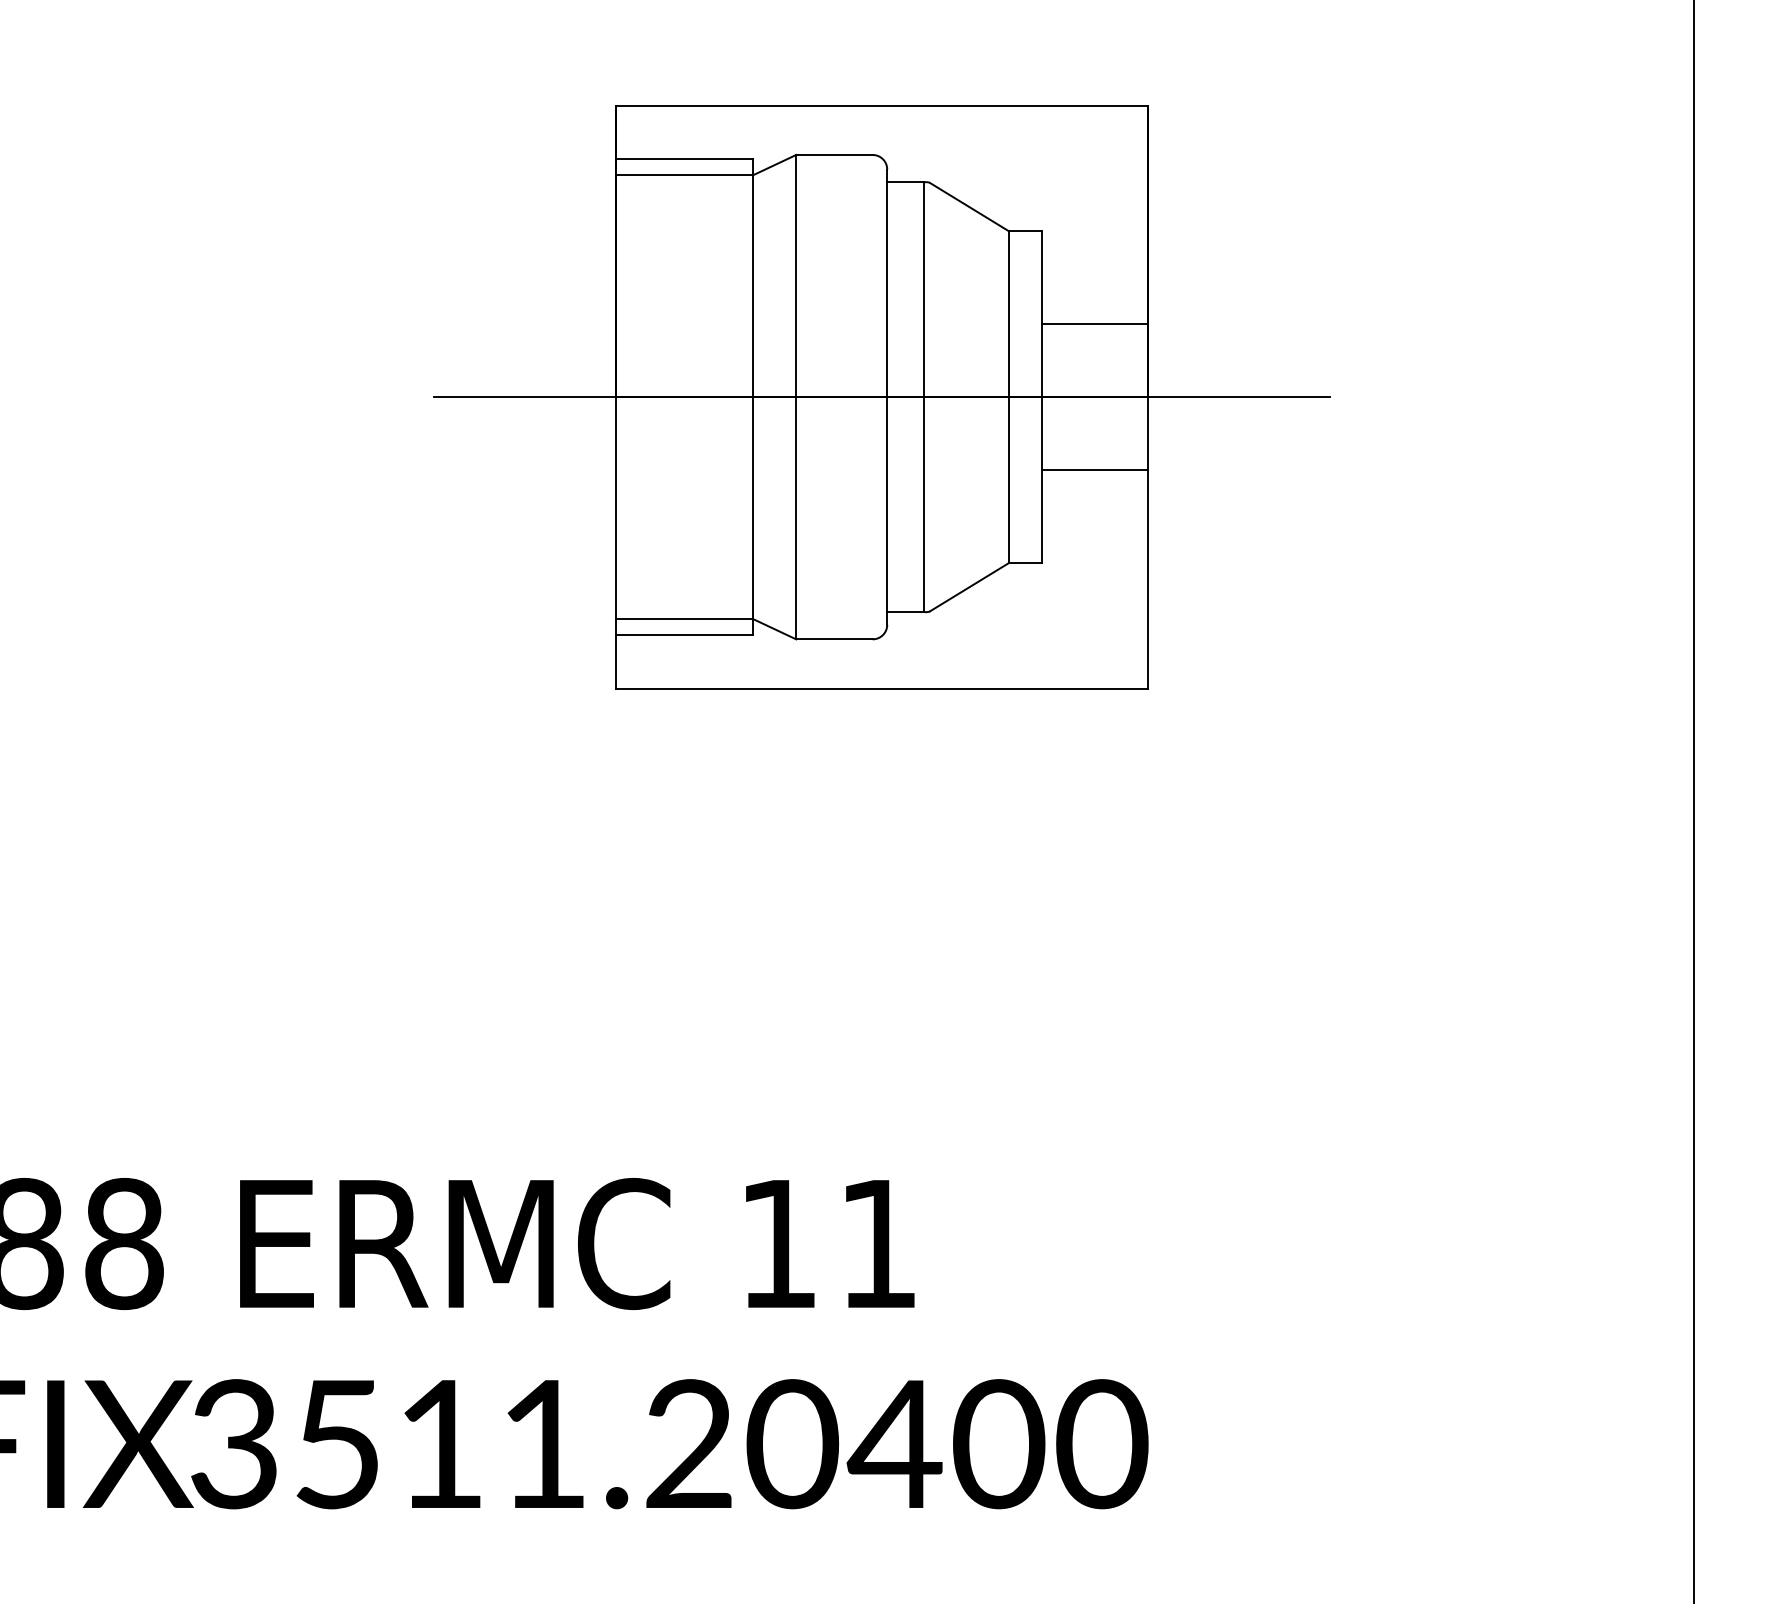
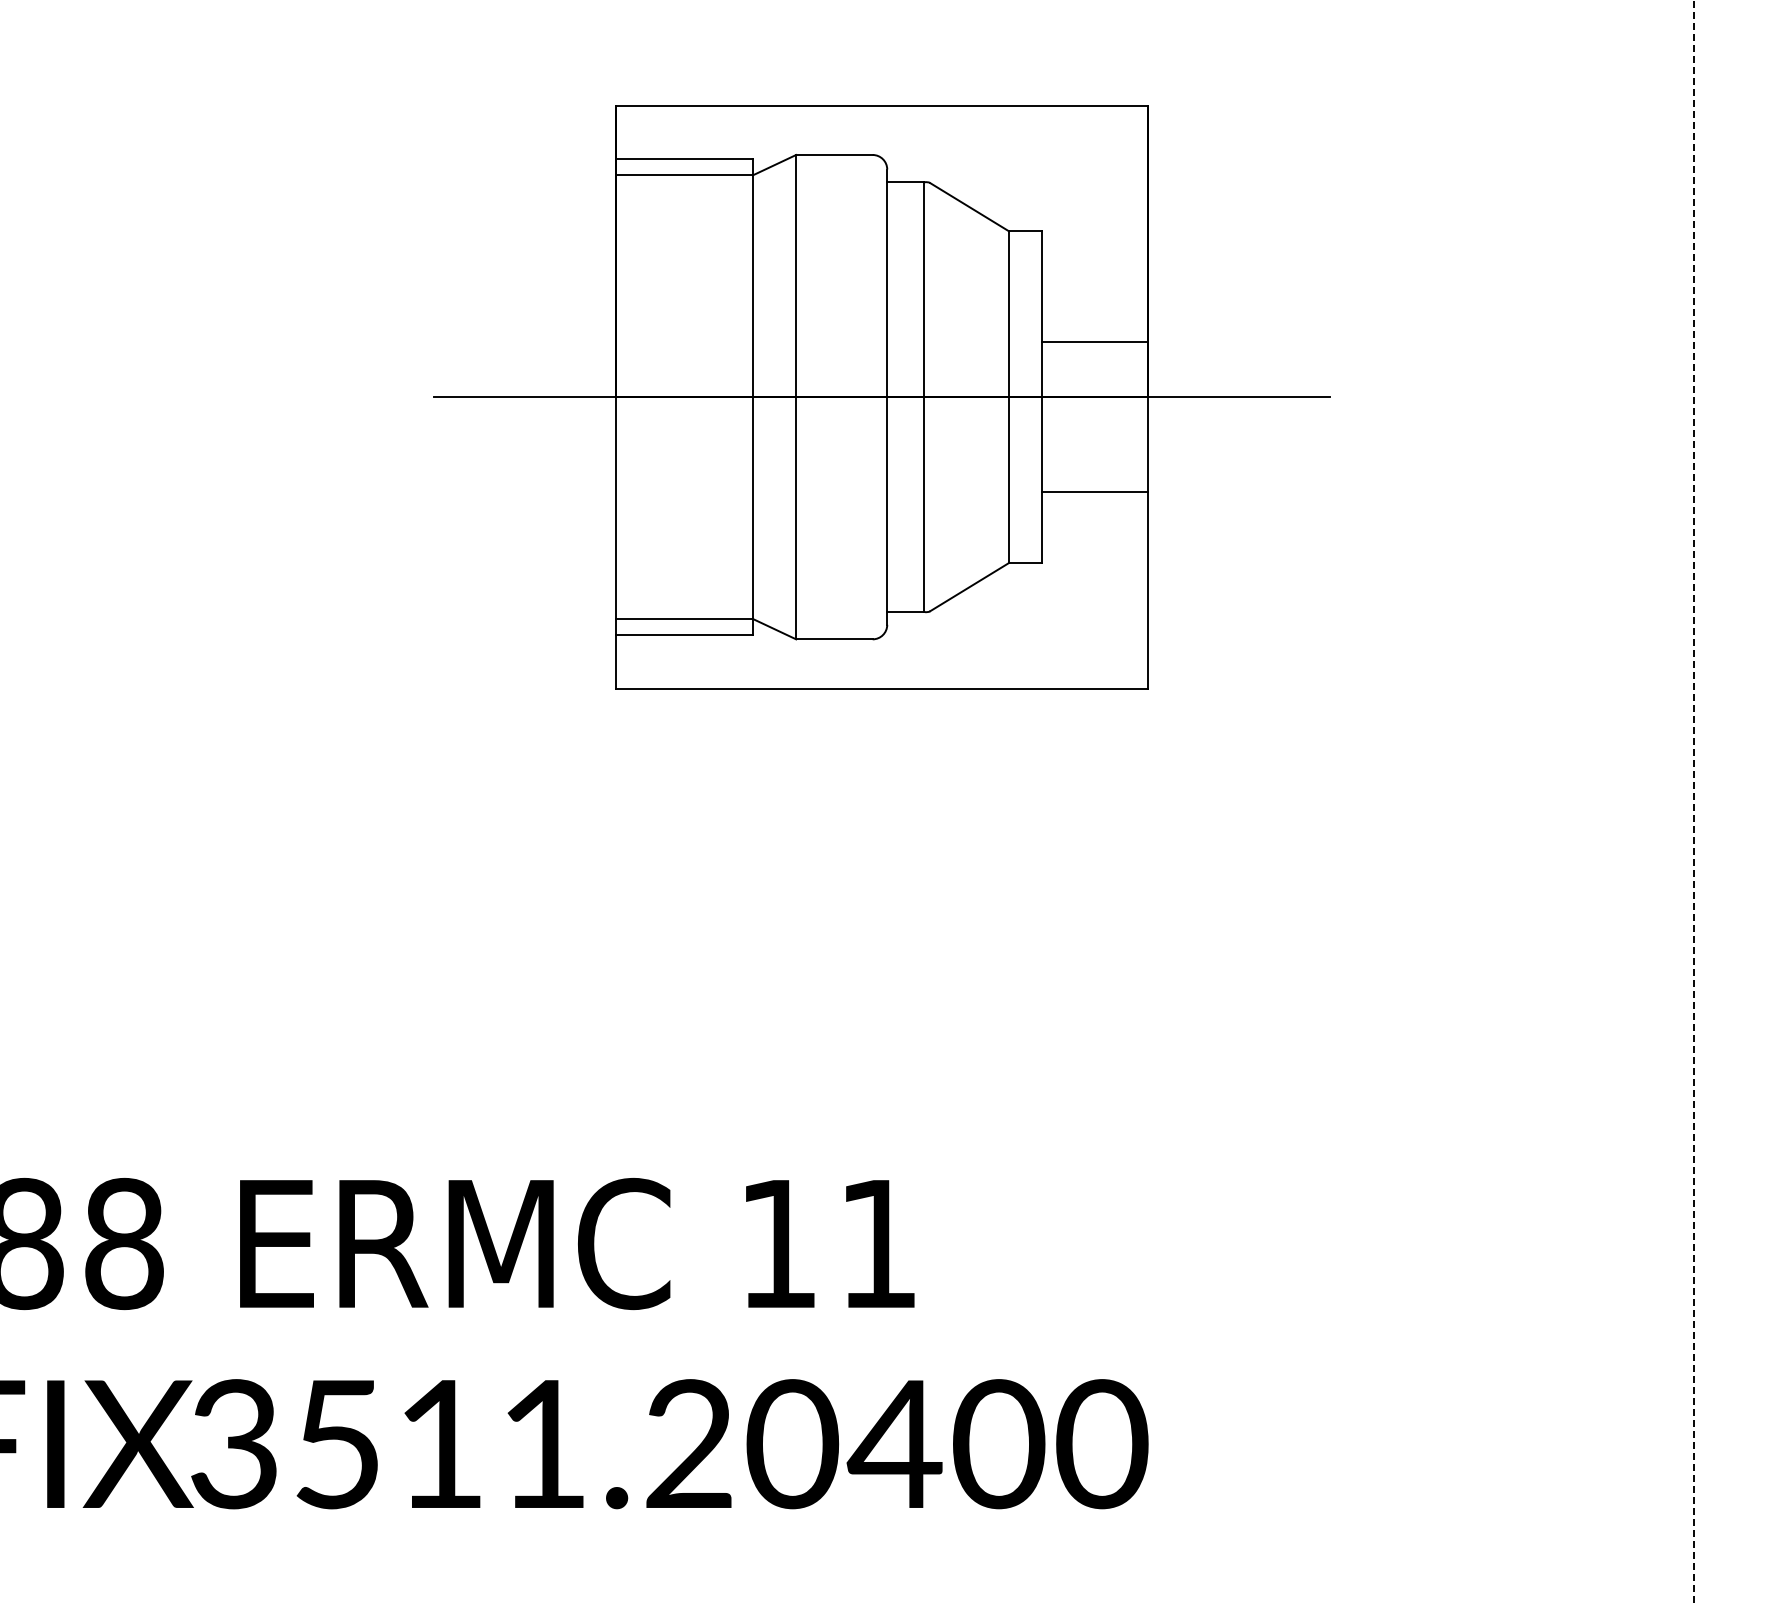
line at (1094, 324) position: (1094, 324) -> (1094, 342)
line at (1094, 470) position: (1094, 470) -> (1094, 492)
line at (1693, 801): solid -> dashed
